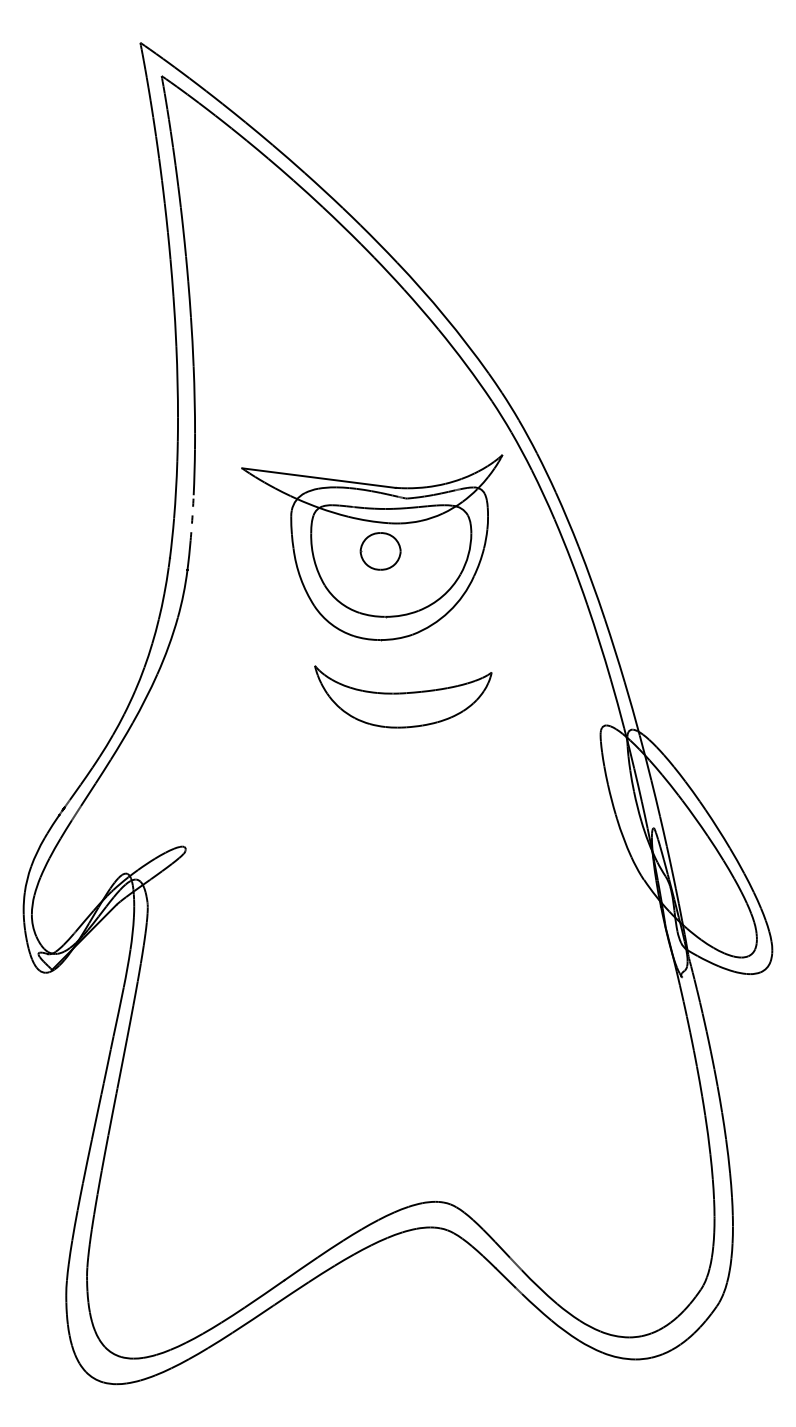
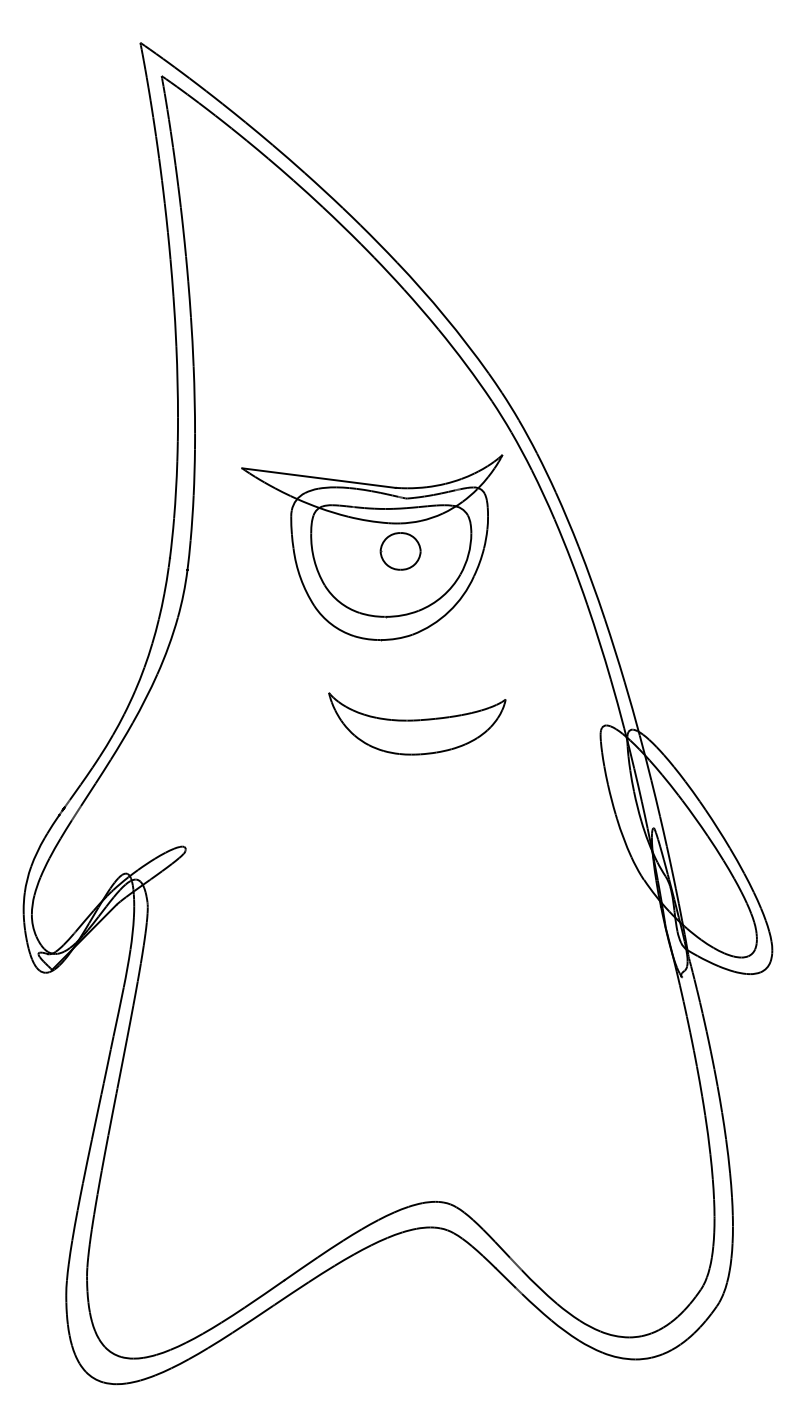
arc at (192, 517): dashed -> solid
part at (380, 551) position: (380, 551) -> (400, 551)
part at (403, 696) position: (403, 696) -> (417, 723)
